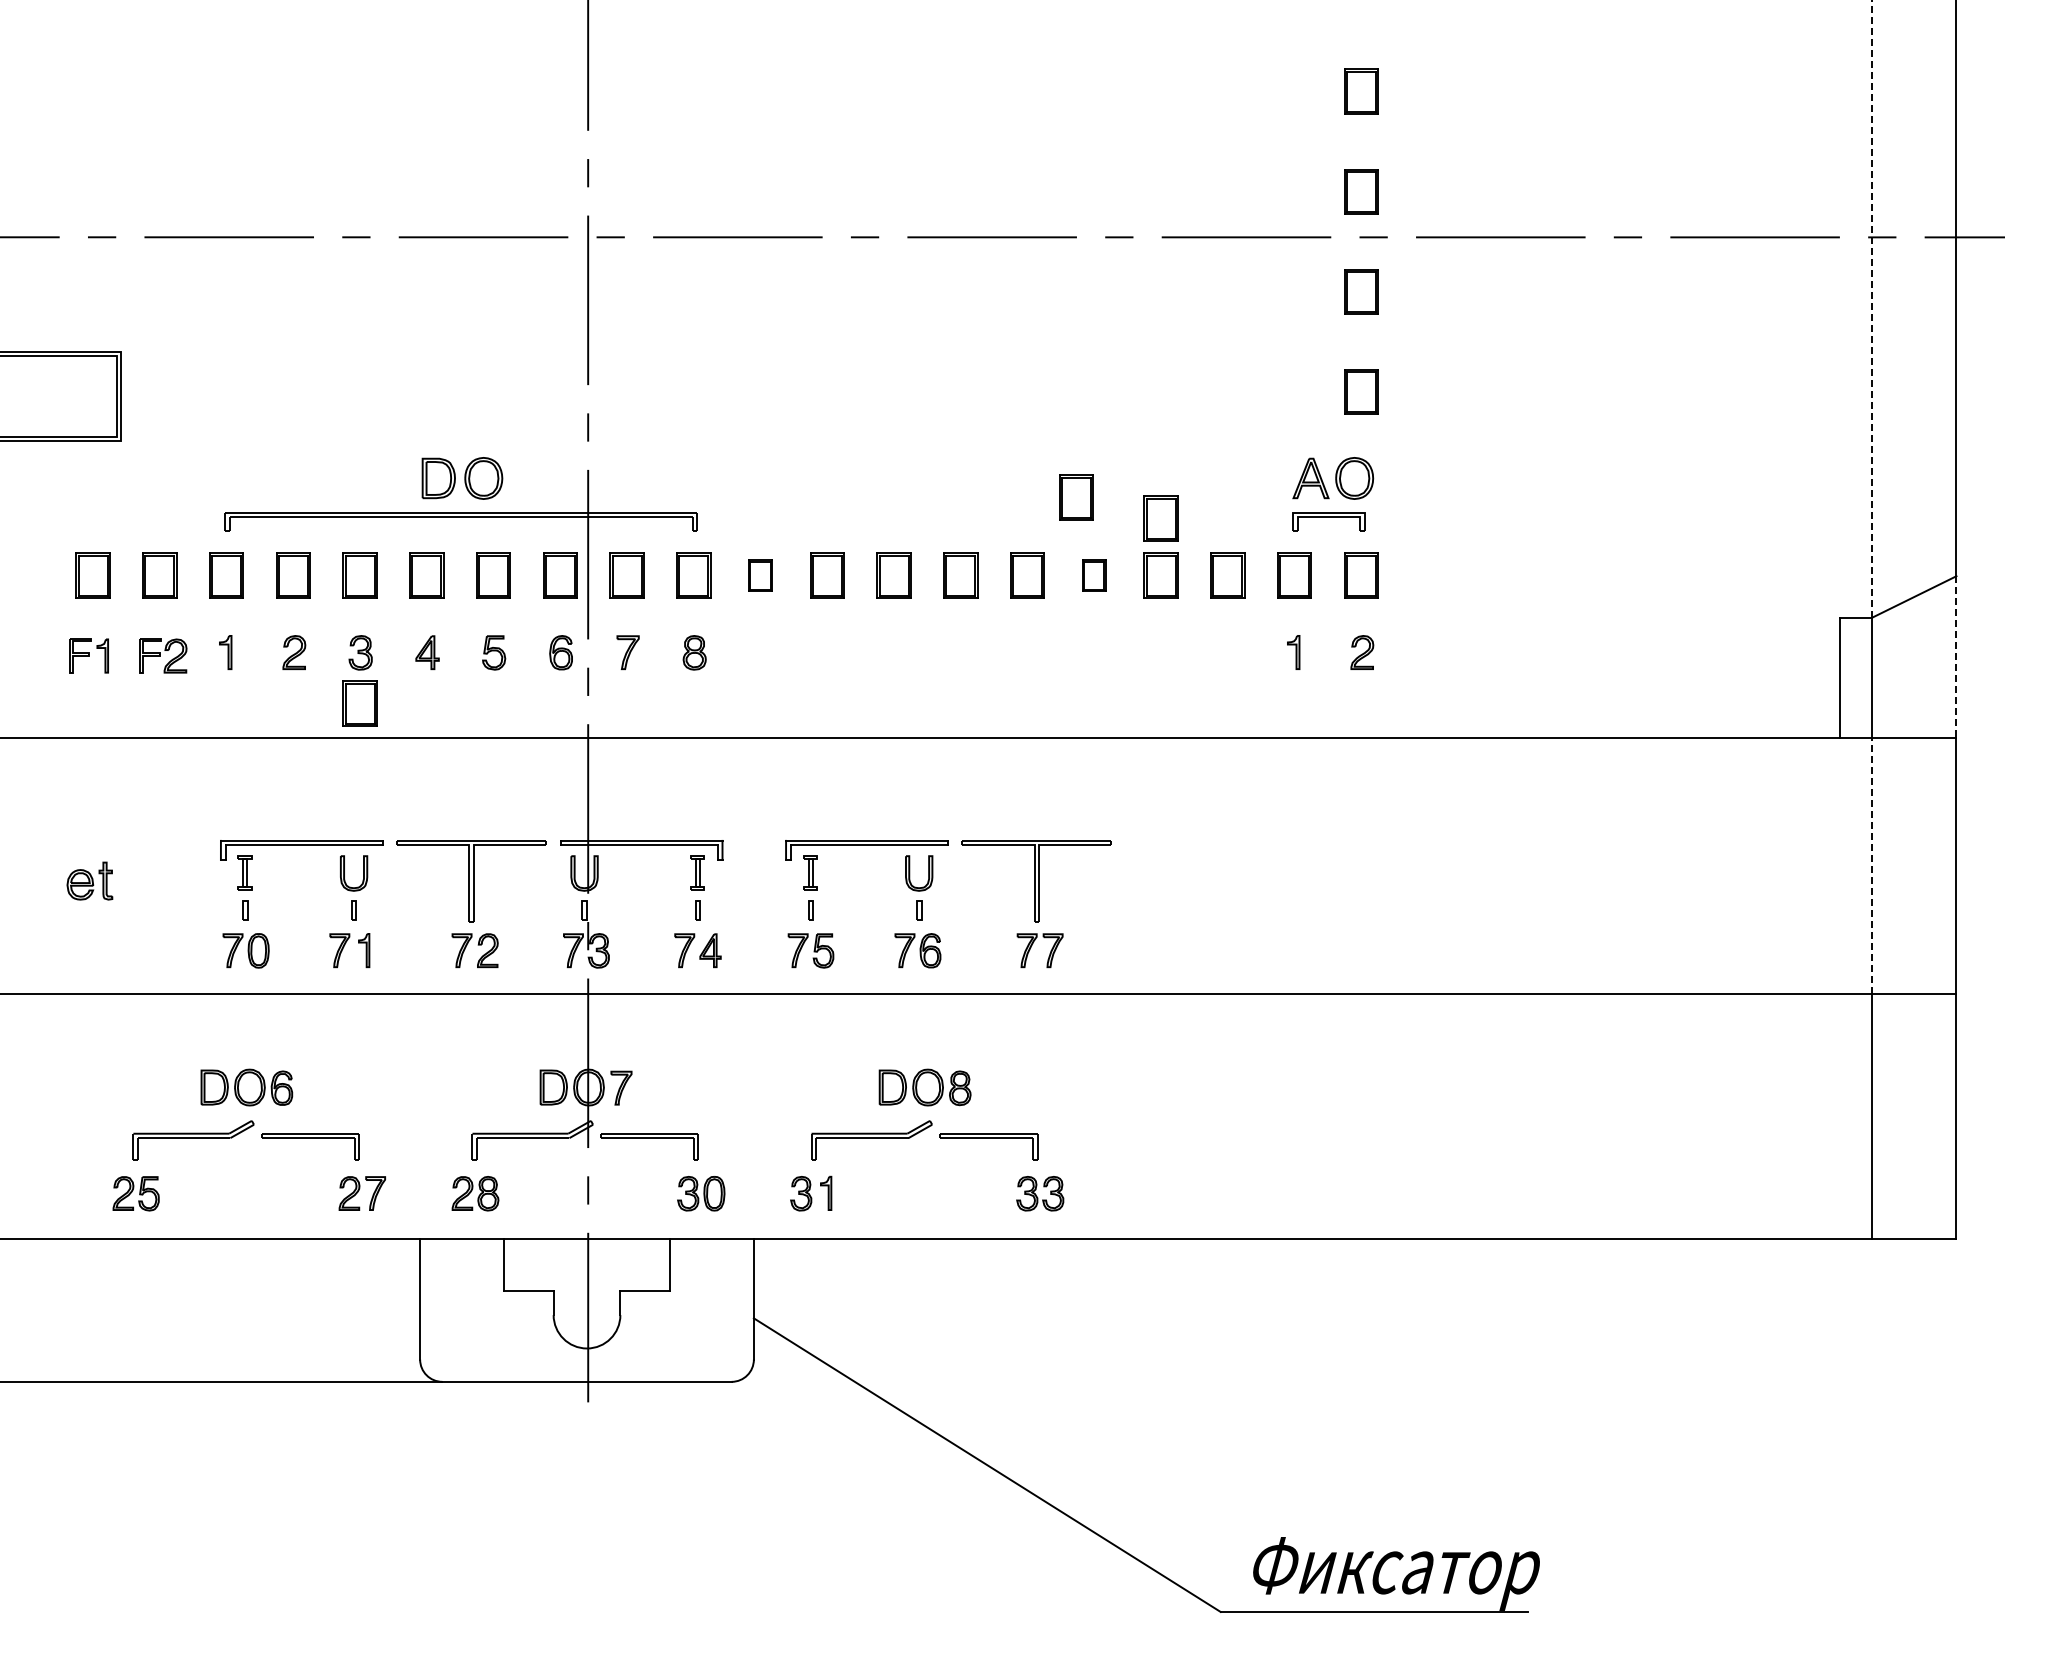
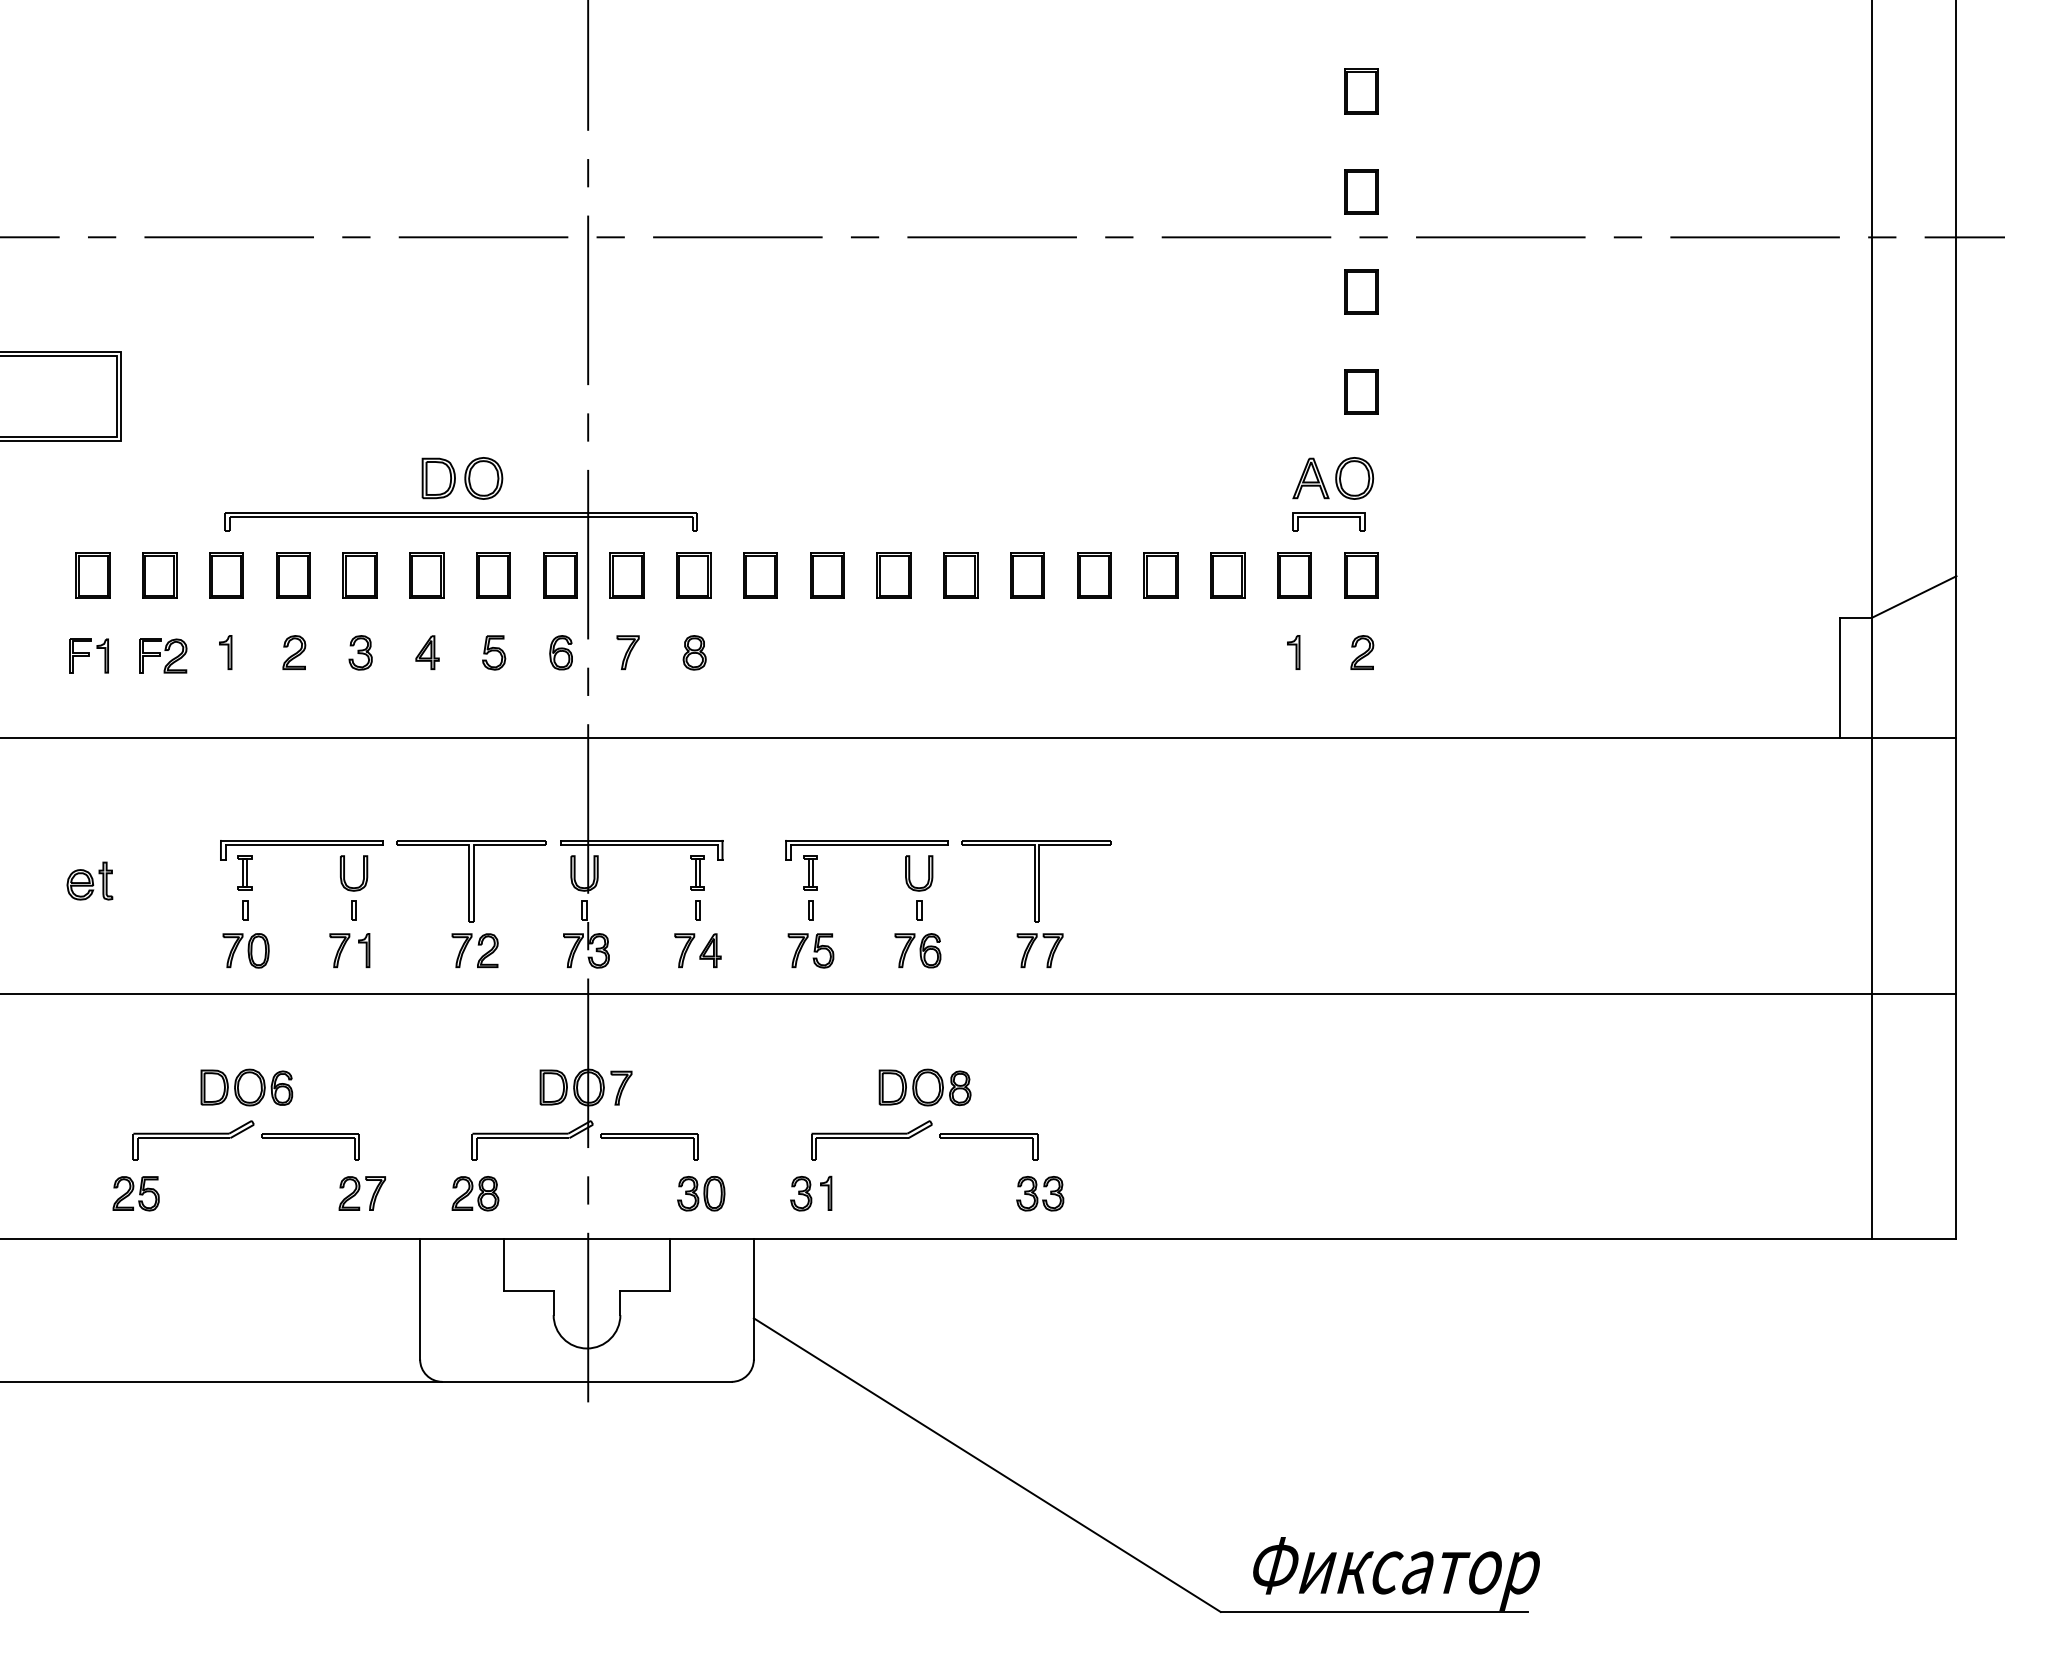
line at (1871, 308): dashed -> solid
part at (1076, 497): present -> none
part at (1160, 518): present -> none
part at (760, 575) size: 25x33 px -> 35x47 px
part at (1094, 575) size: 25x33 px -> 35x47 px
line at (1956, 657): dashed -> solid
part at (359, 703): present -> none
line at (1871, 865): dashed -> solid
